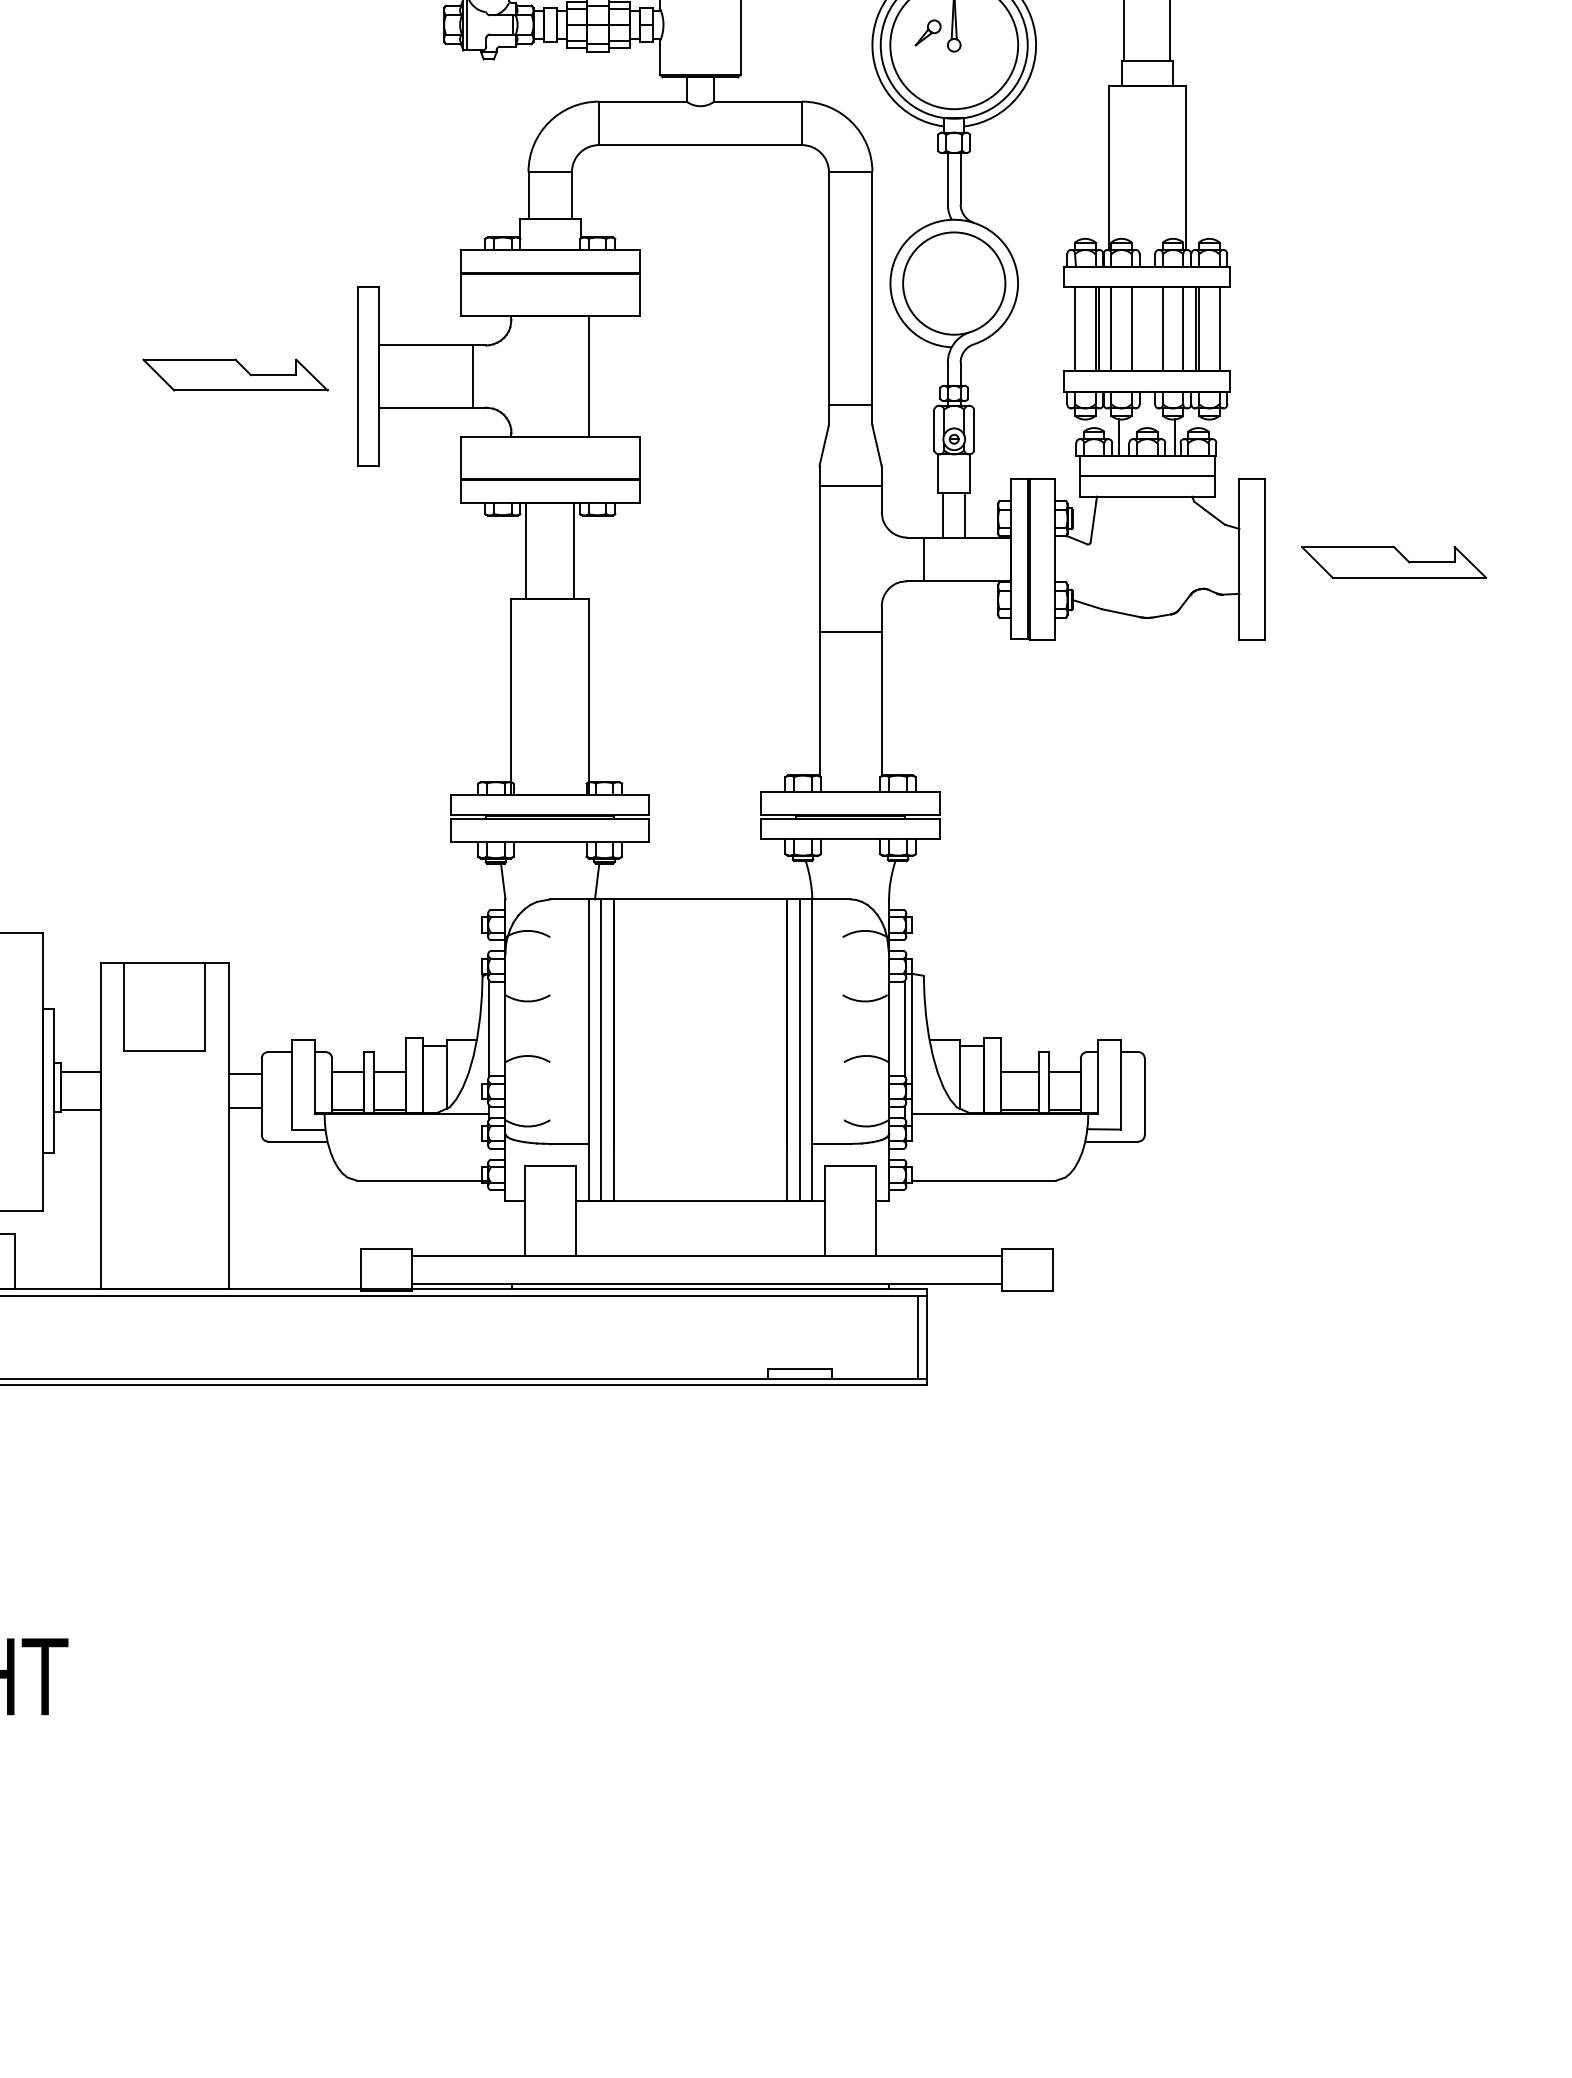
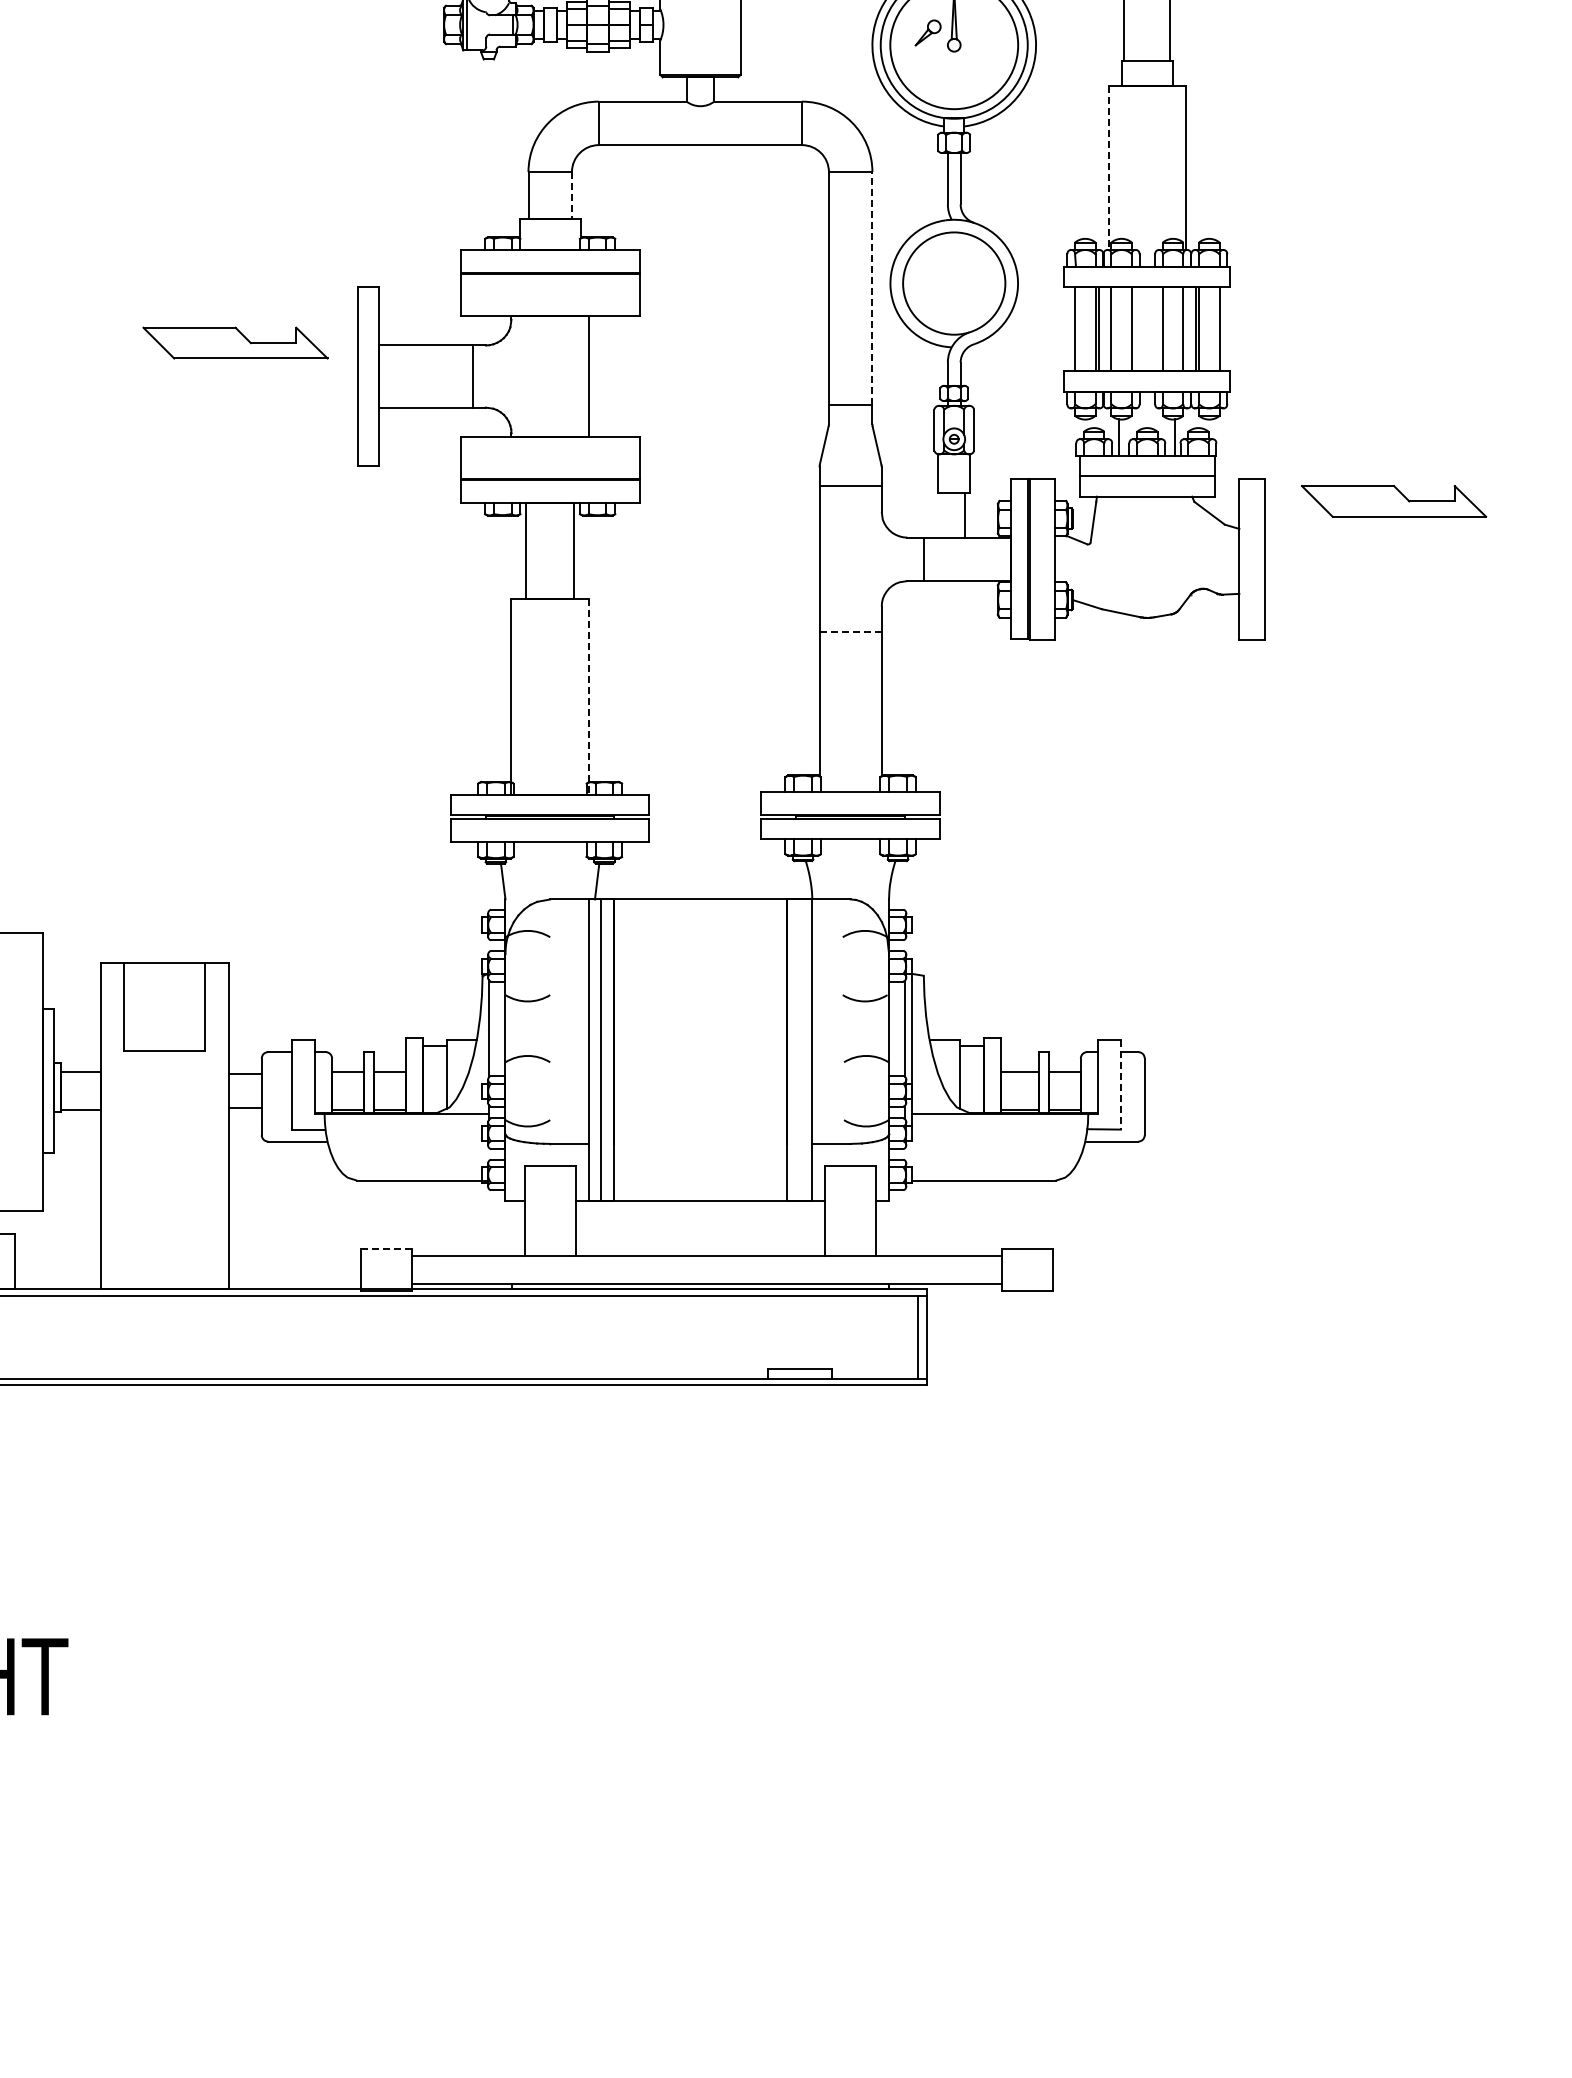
line at (1108, 168): solid -> dashed
line at (571, 195): solid -> dashed
line at (872, 288): solid -> dashed
part at (235, 374) position: (235, 374) -> (235, 342)
line at (943, 515): present -> none
part at (1394, 562) position: (1394, 562) -> (1394, 501)
line at (850, 632): solid -> dashed
line at (588, 696): solid -> dashed
line at (799, 1049): present -> none
line at (1120, 1084): solid -> dashed
line at (386, 1249): solid -> dashed
